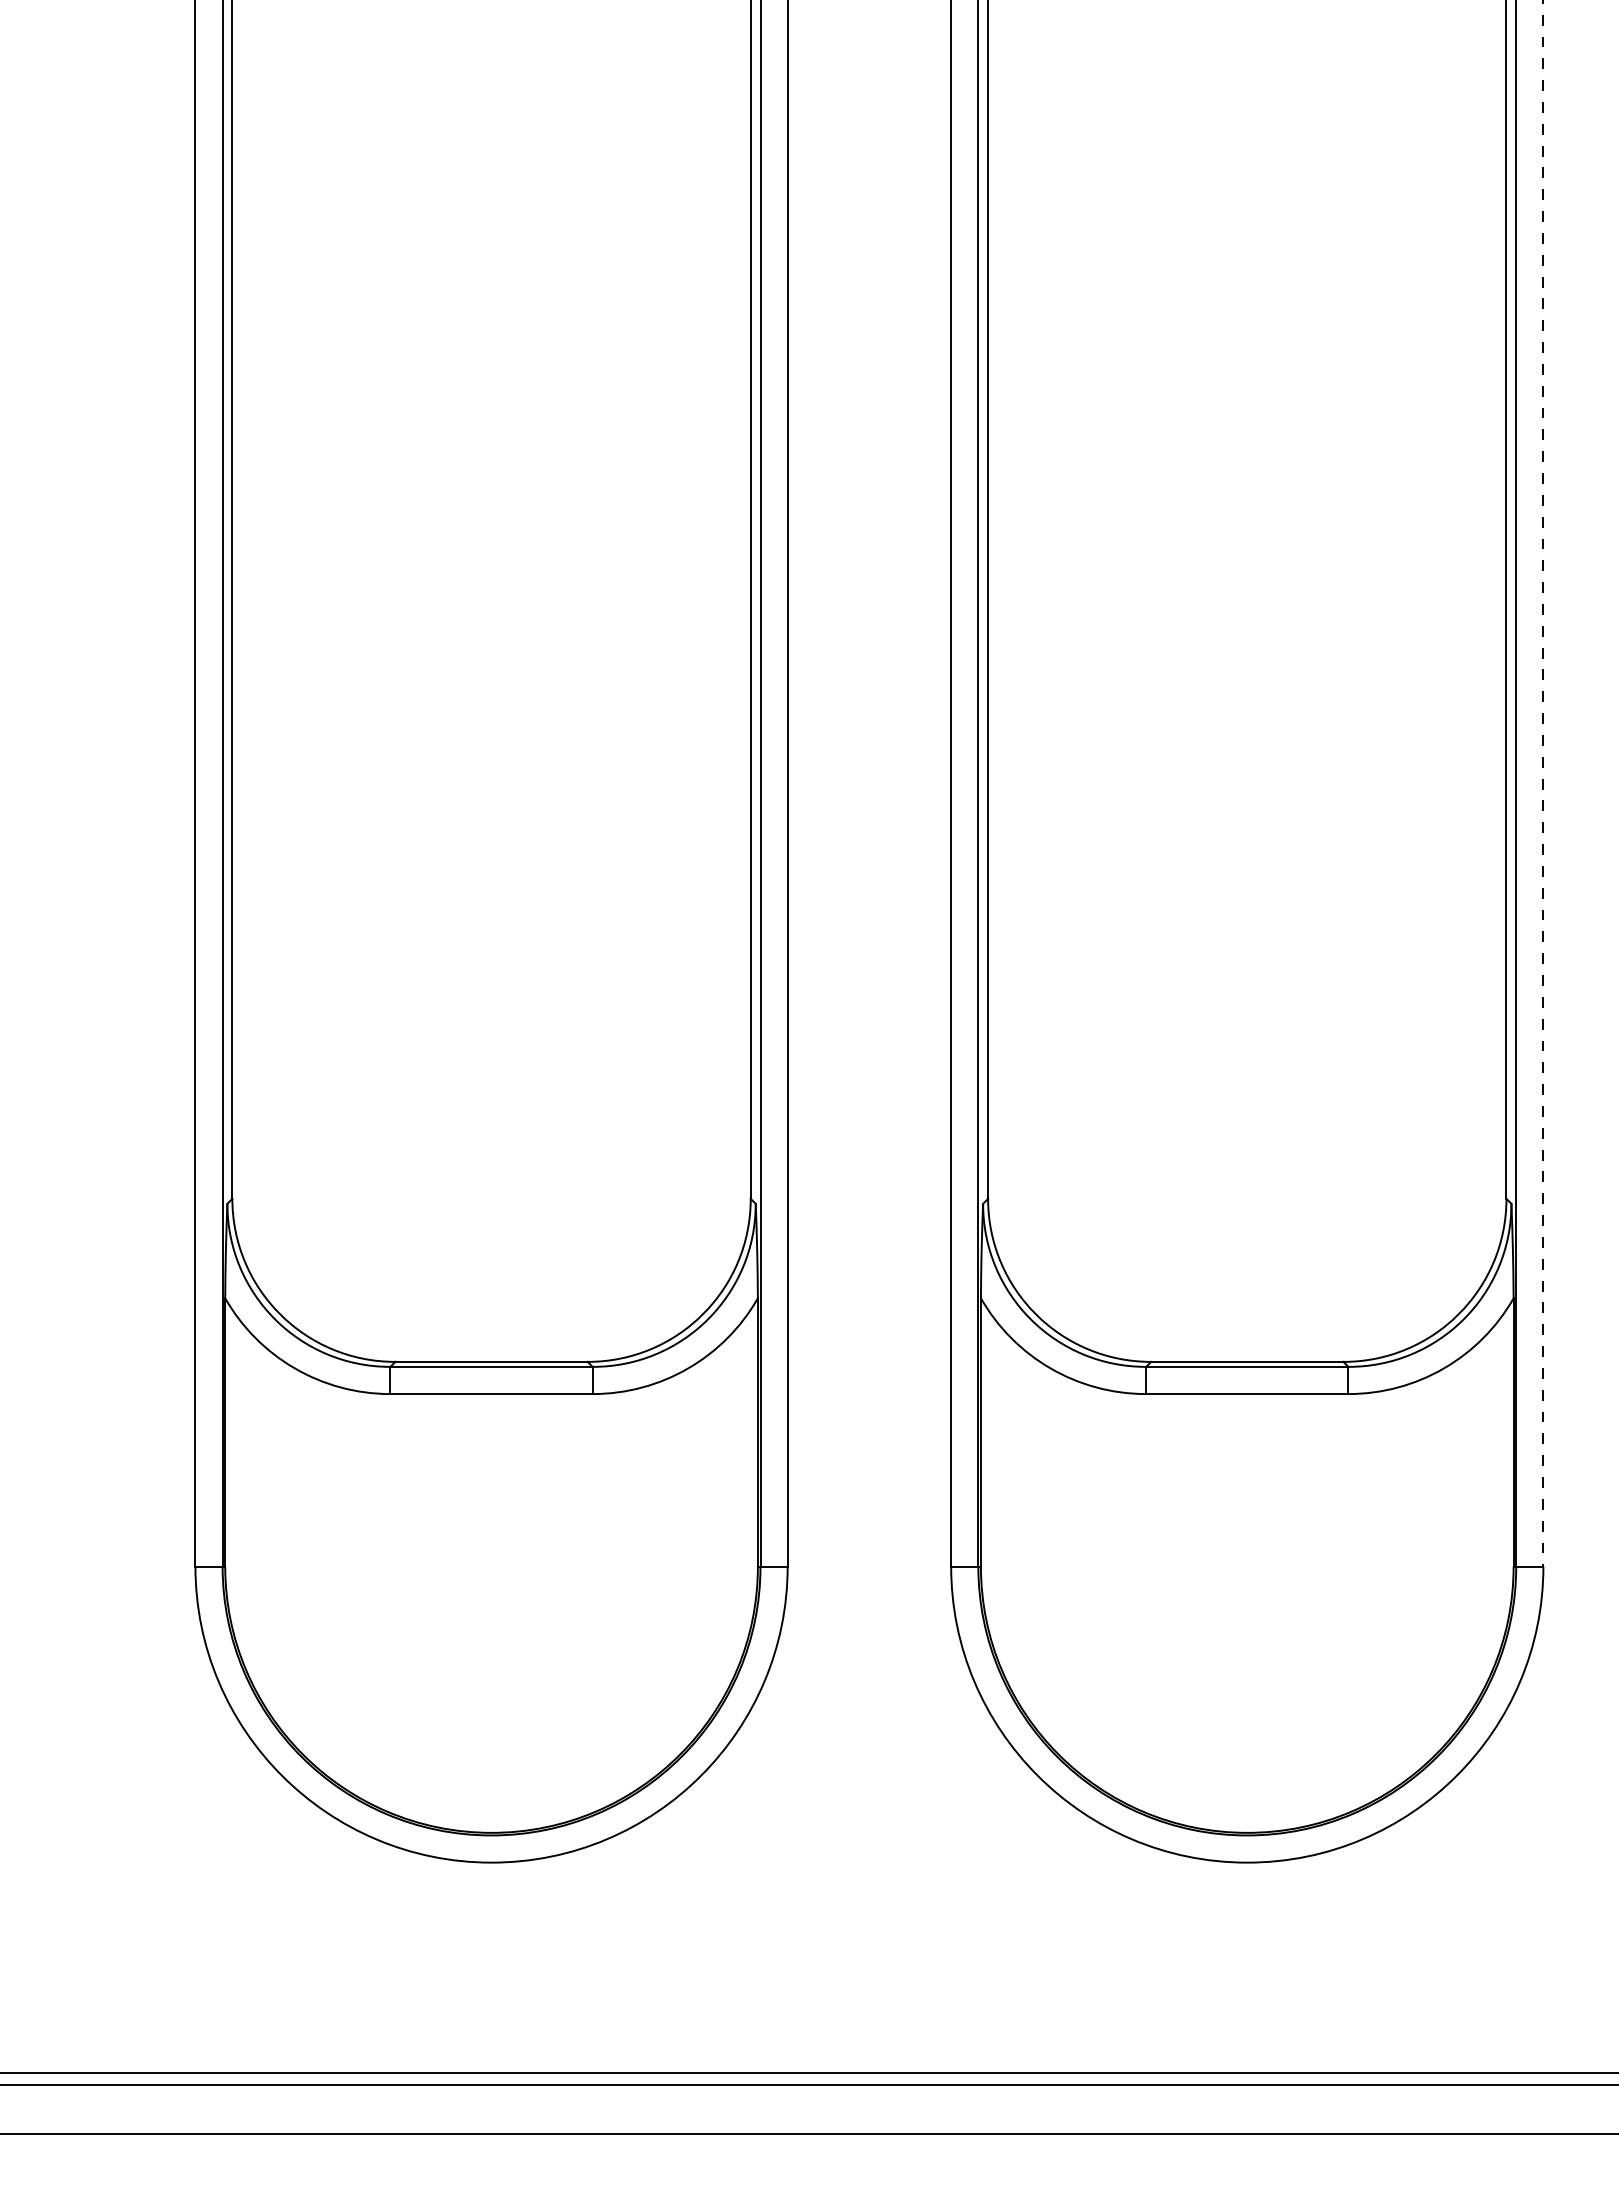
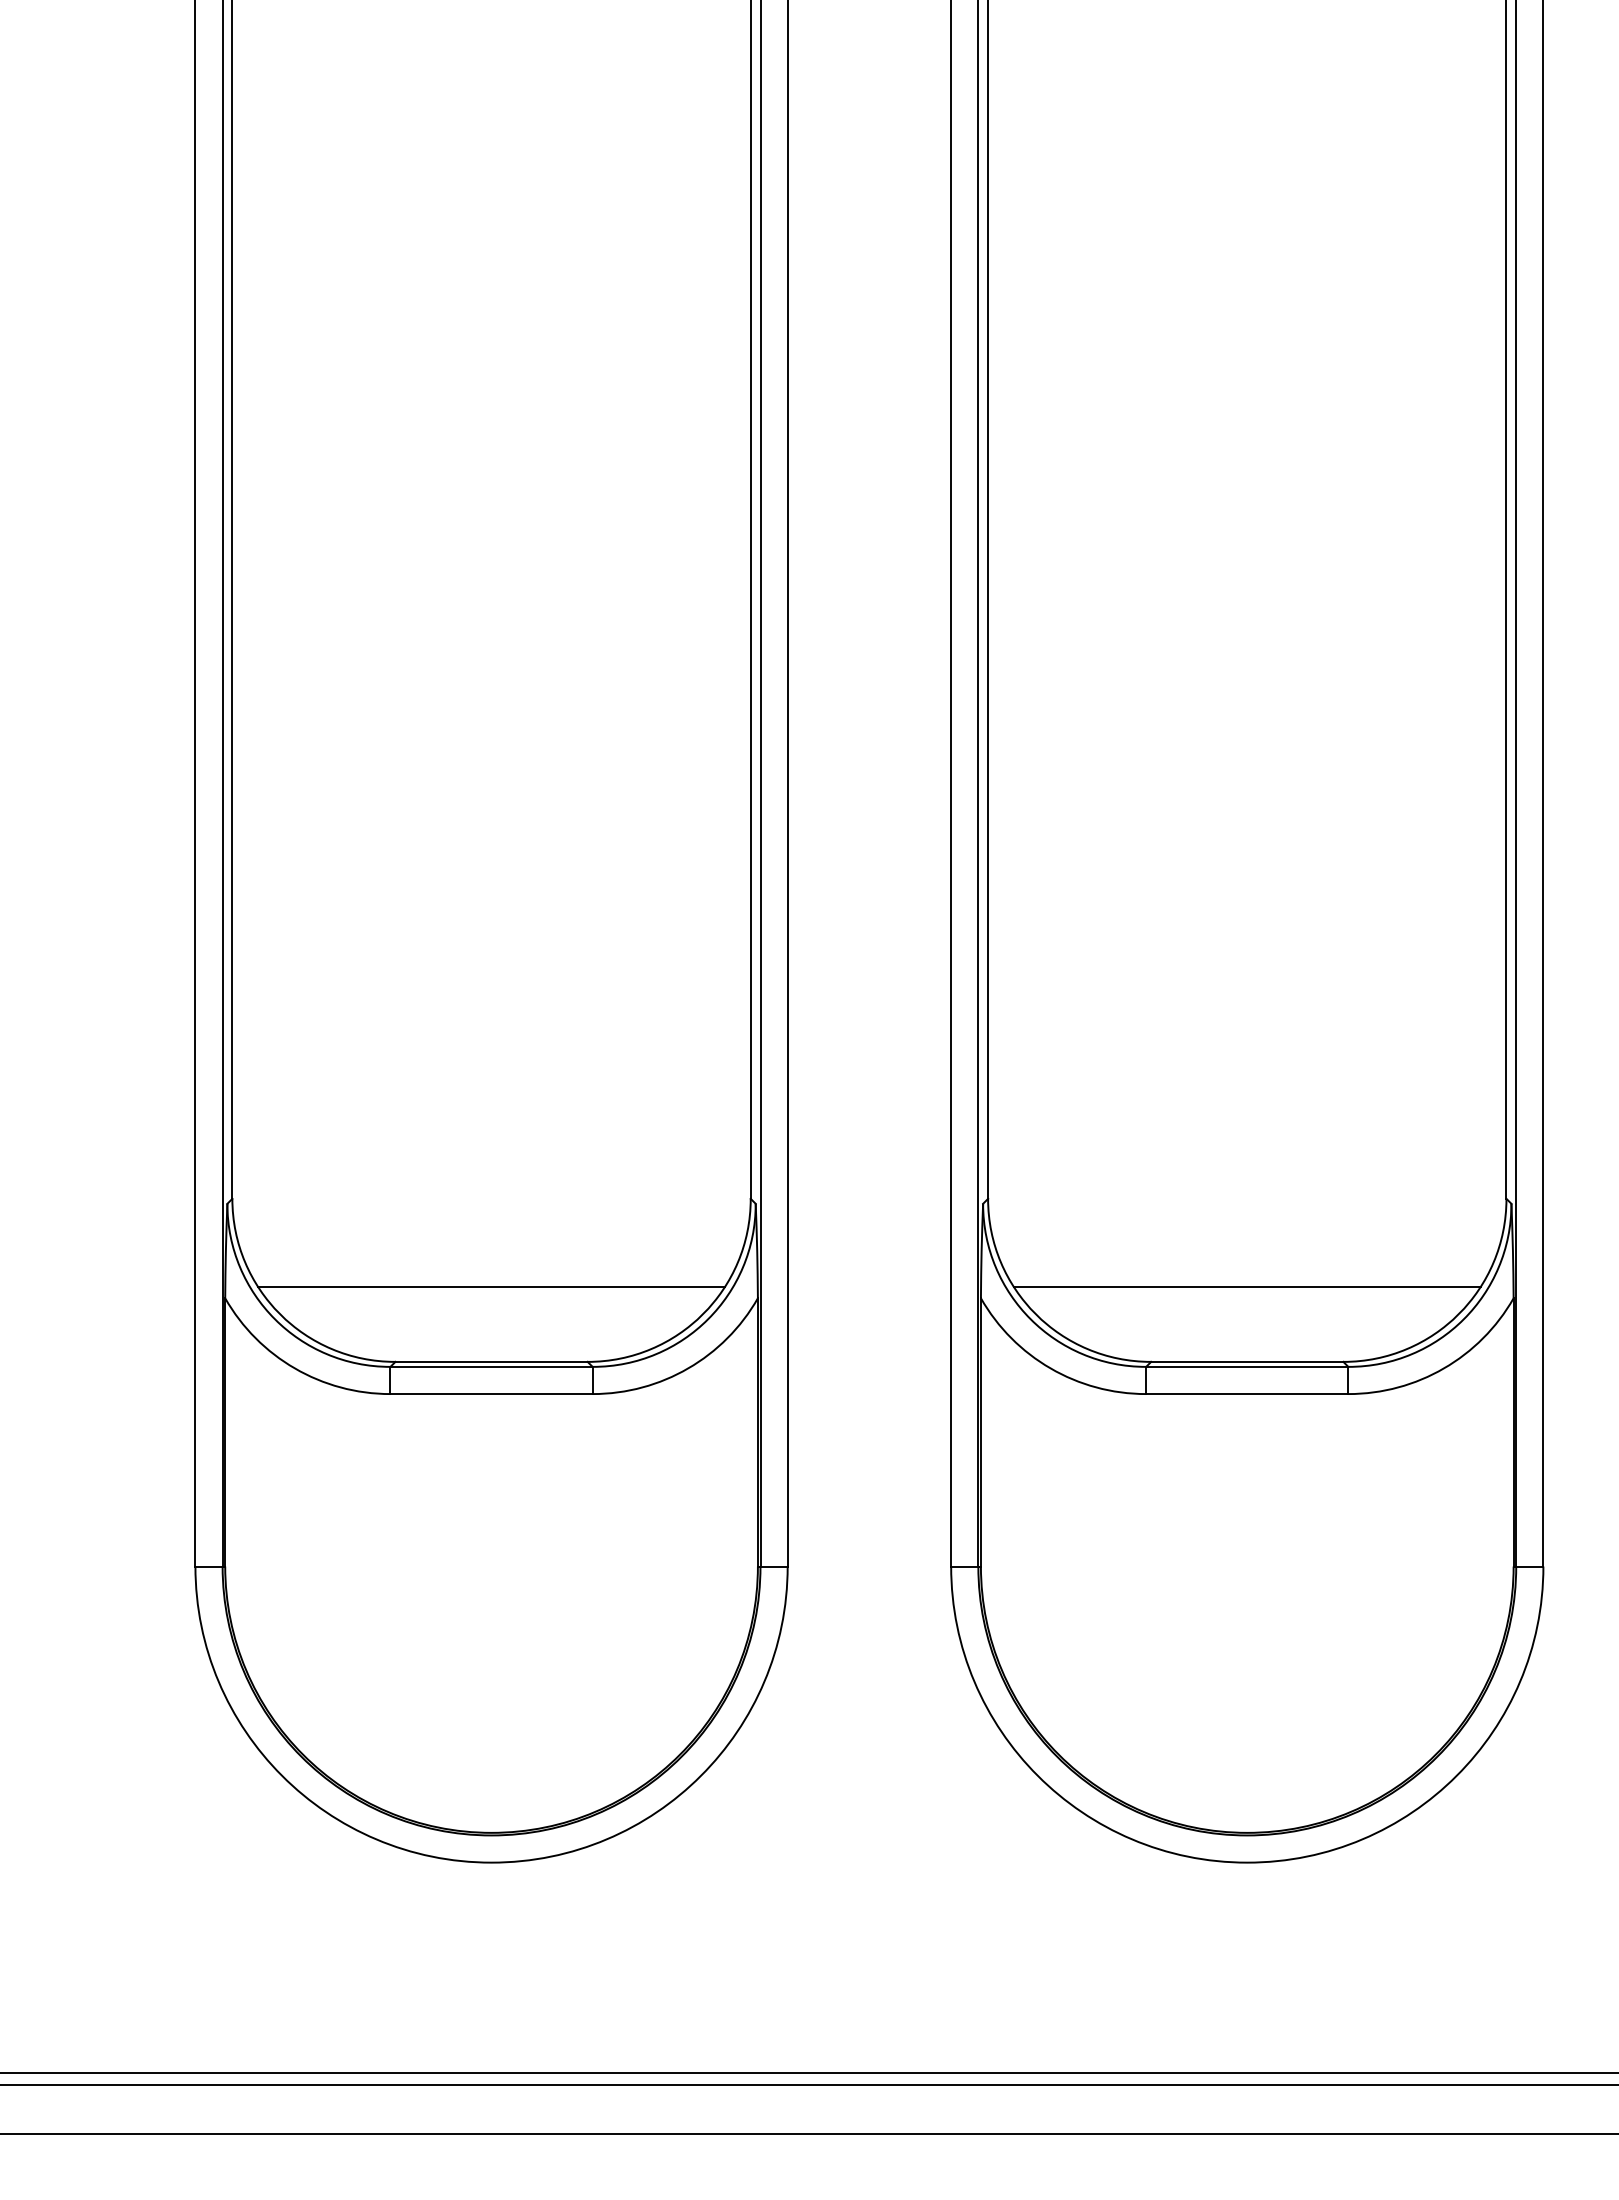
line at (1543, 783): dashed -> solid
line at (491, 1286): none -> present
line at (1246, 1286): none -> present
